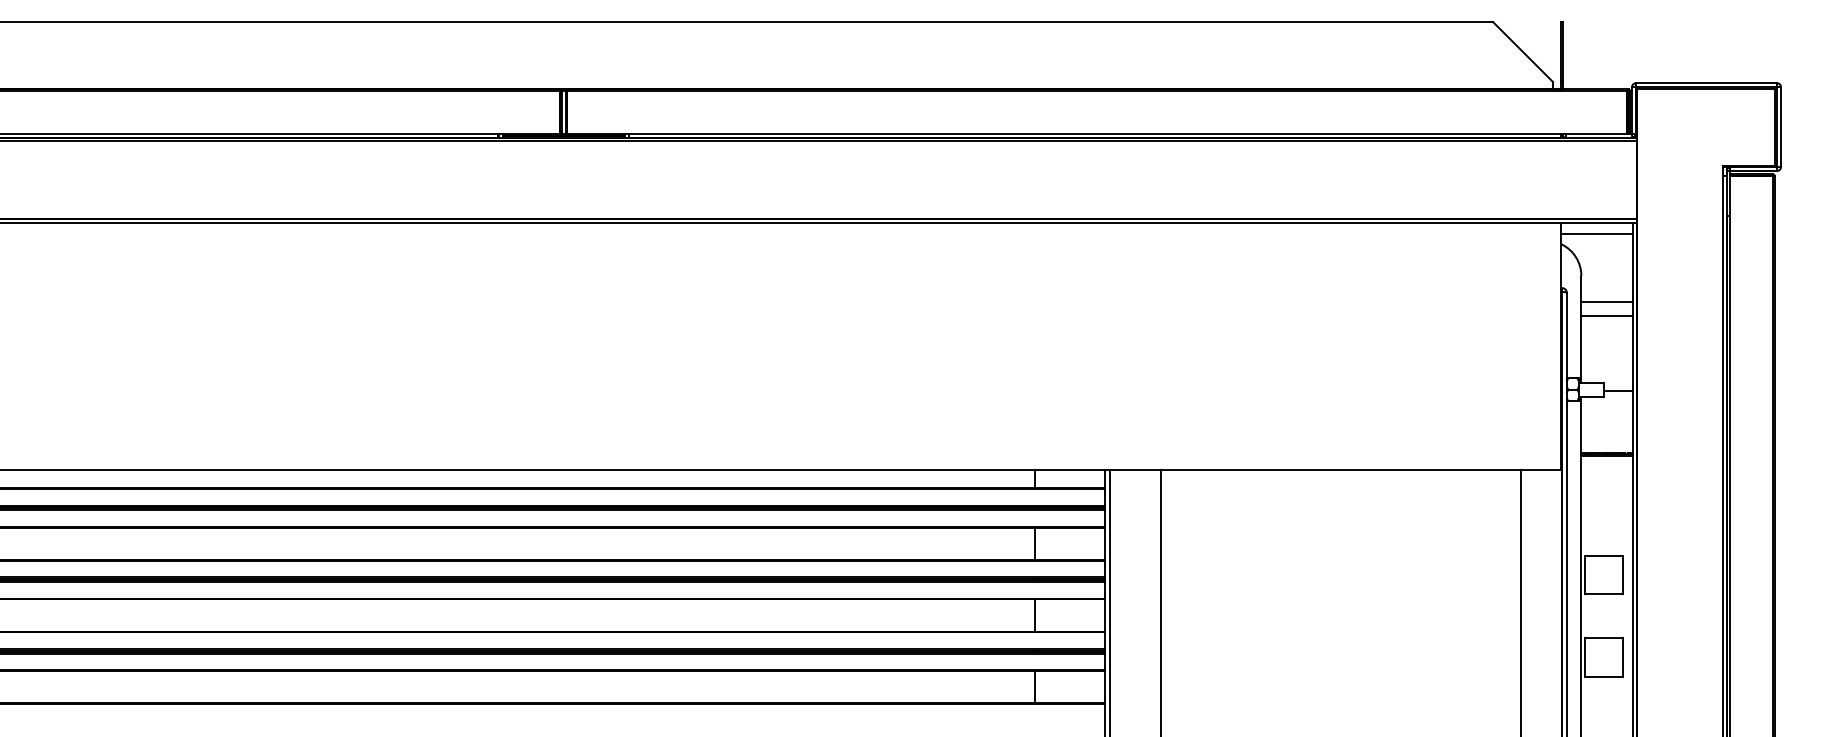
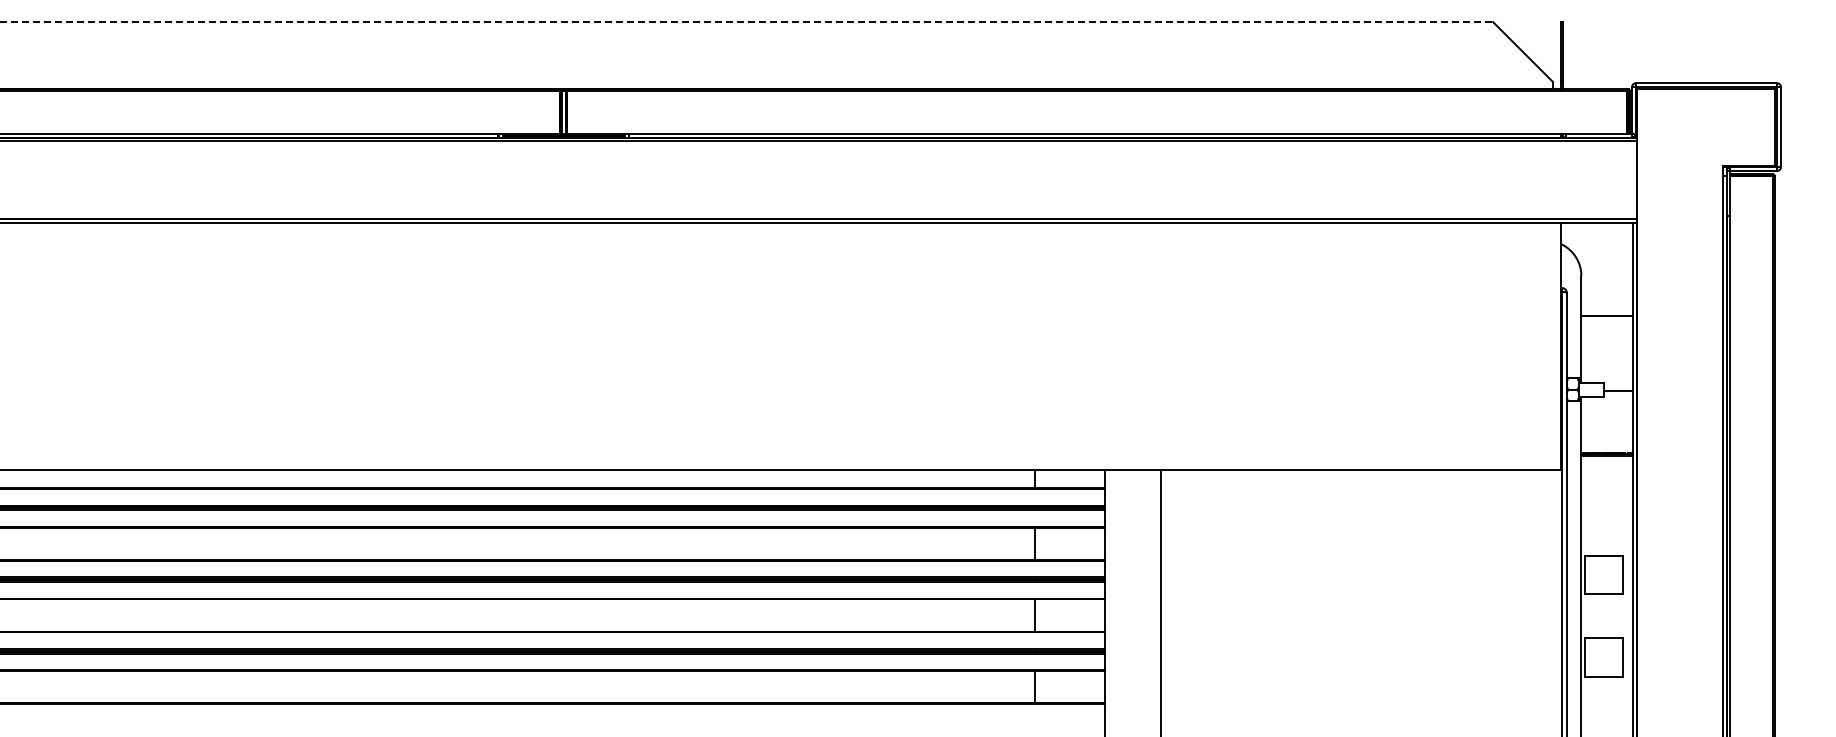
line at (747, 22): solid -> dashed
line at (1597, 233): present -> none
line at (1607, 302): present -> none
line at (1110, 601): present -> none
line at (1521, 601): present -> none
